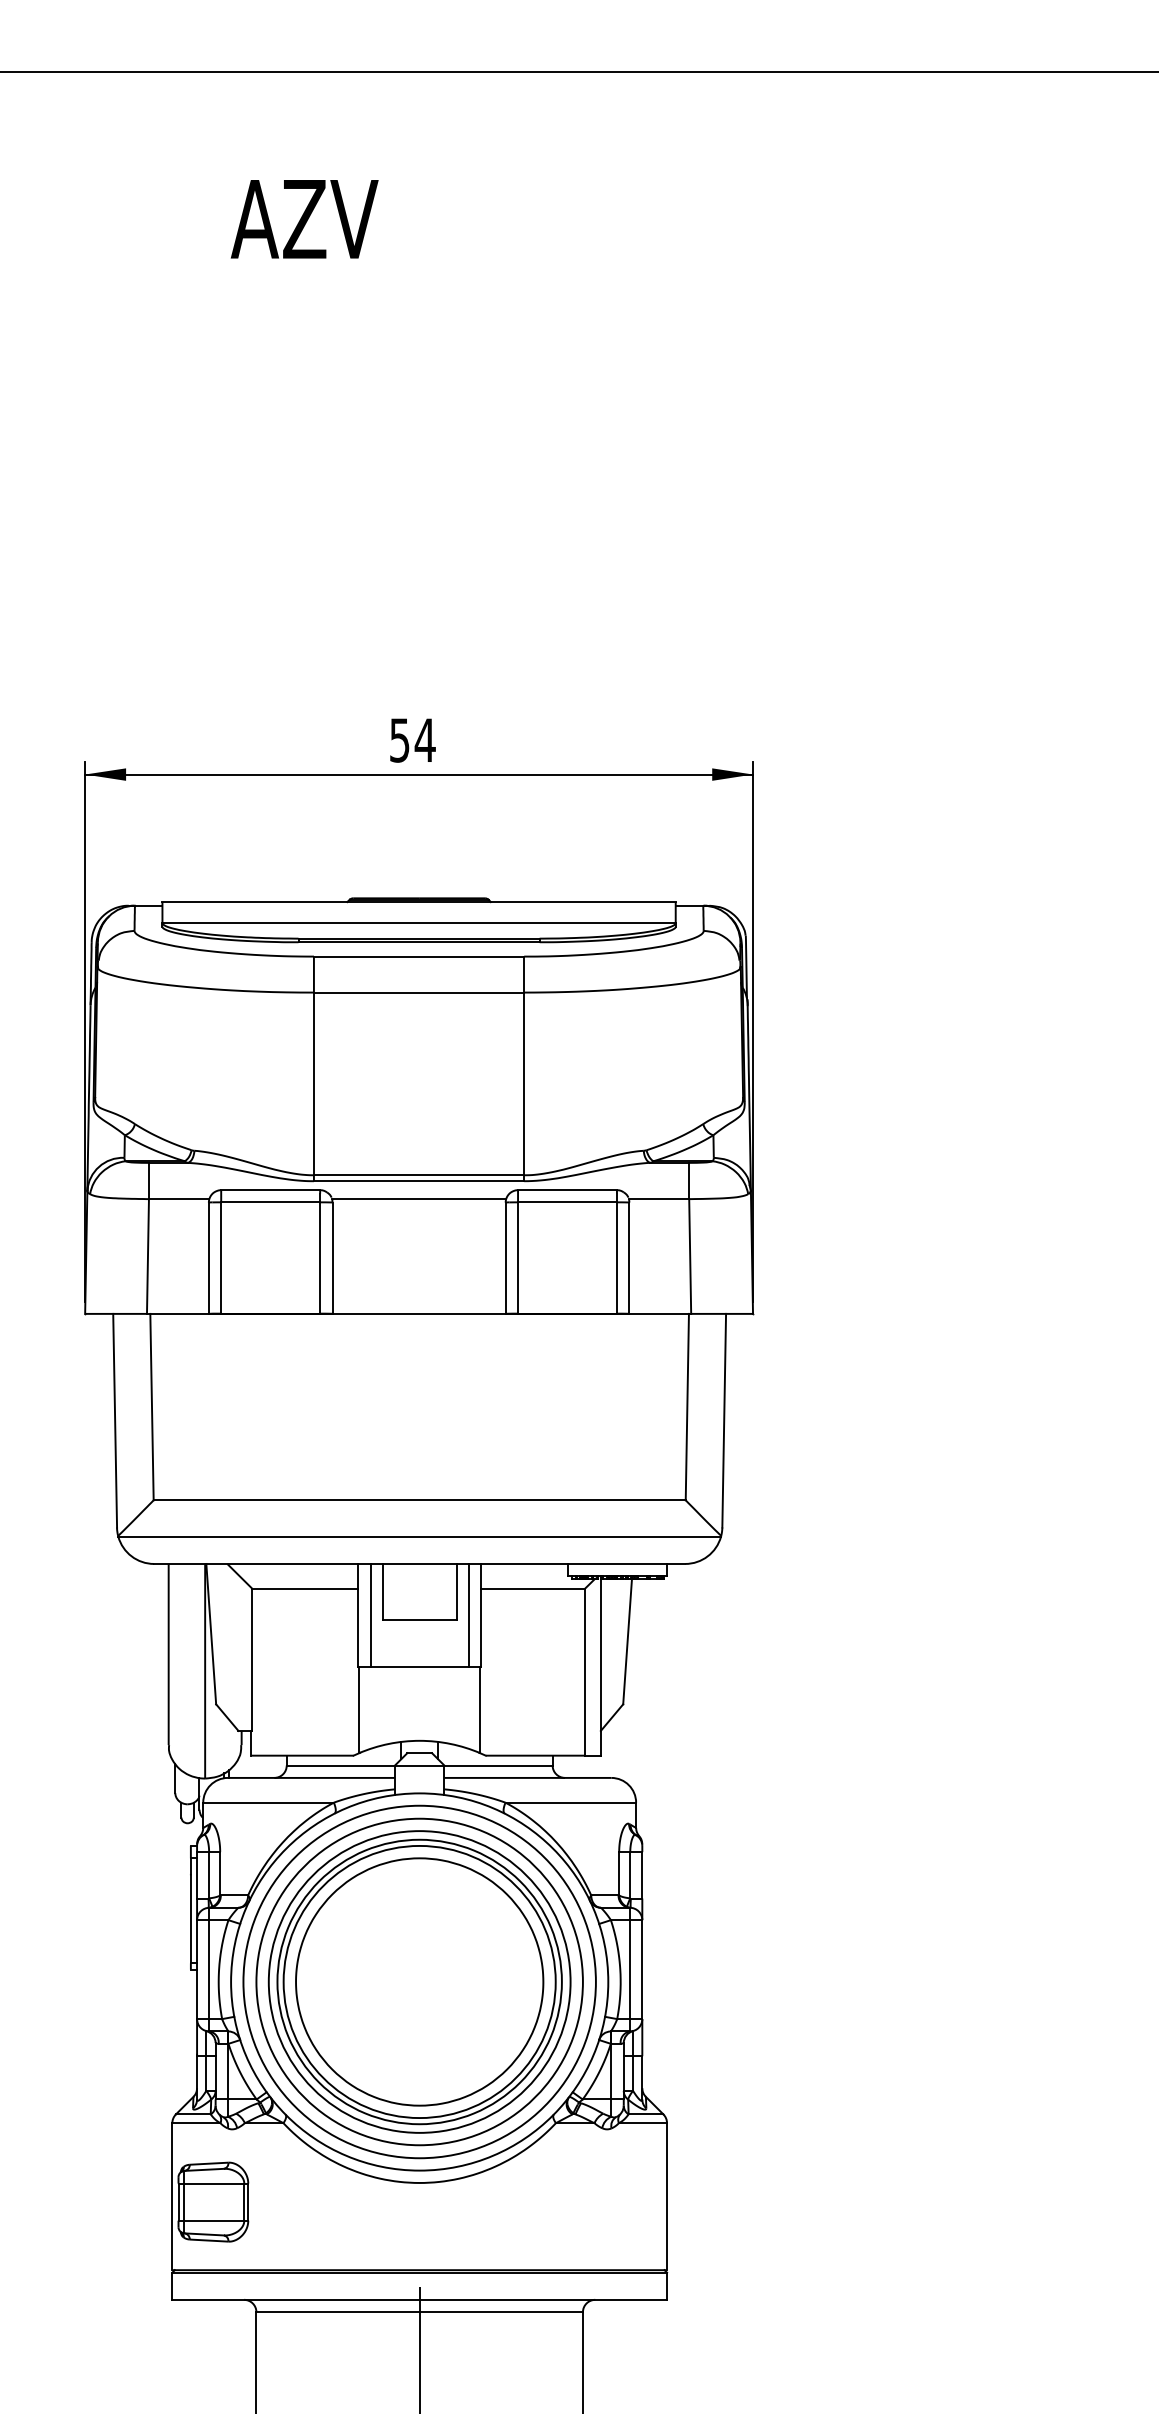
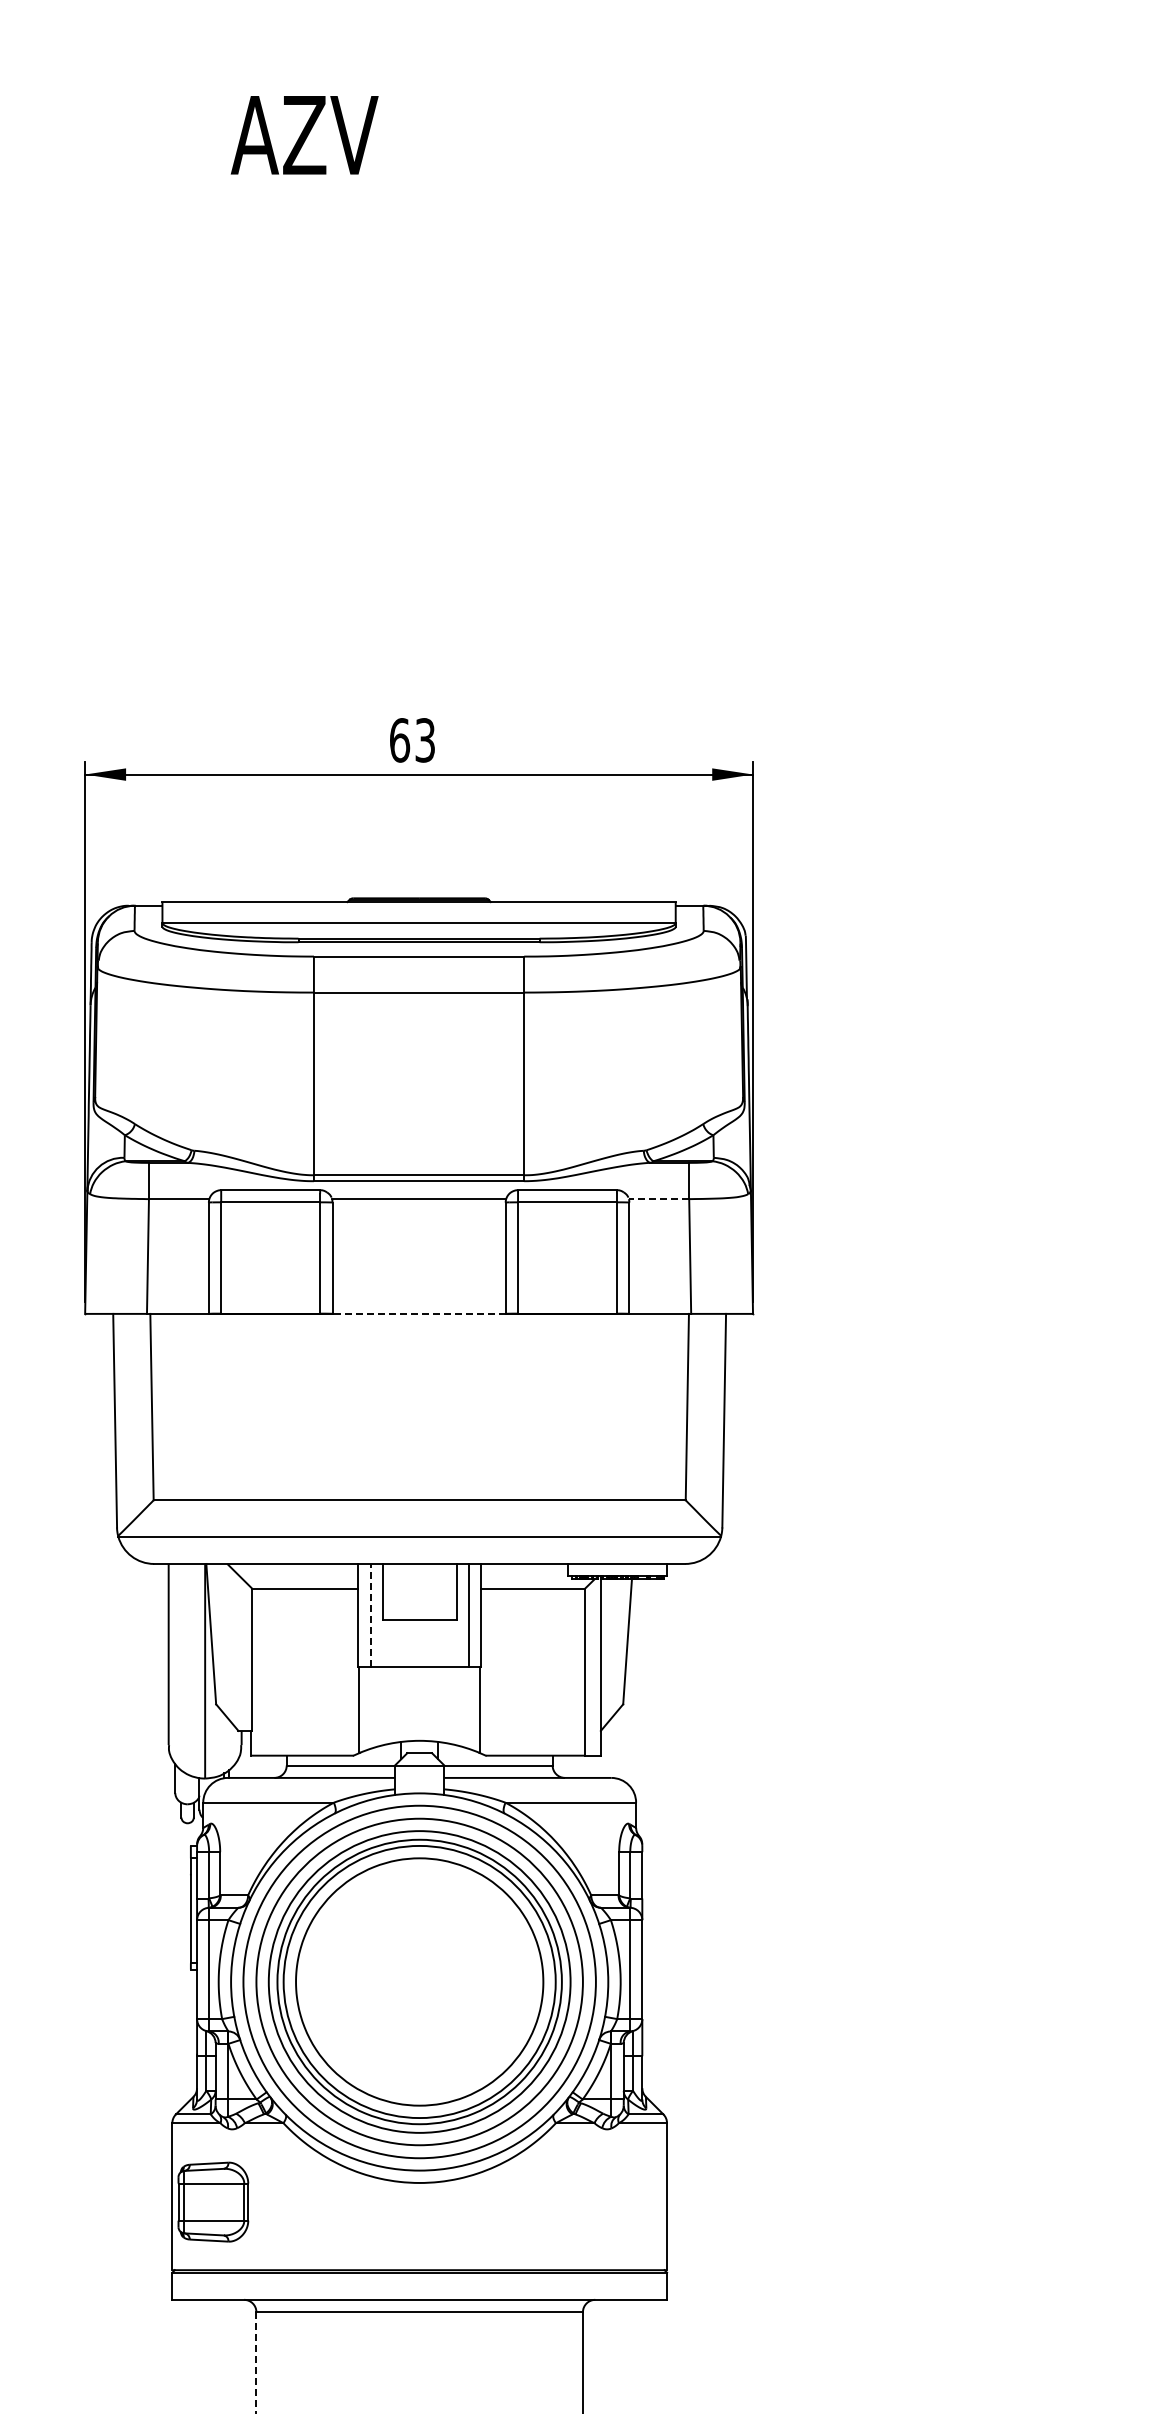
line at (578, 72): present -> none
text at (304, 219) position: (304, 219) -> (304, 135)
text at (412, 740): 54 -> 63
line at (658, 1199): solid -> dashed
line at (419, 1313): solid -> dashed
line at (370, 1614): solid -> dashed
line at (419, 2348): present -> none
line at (256, 2362): solid -> dashed
